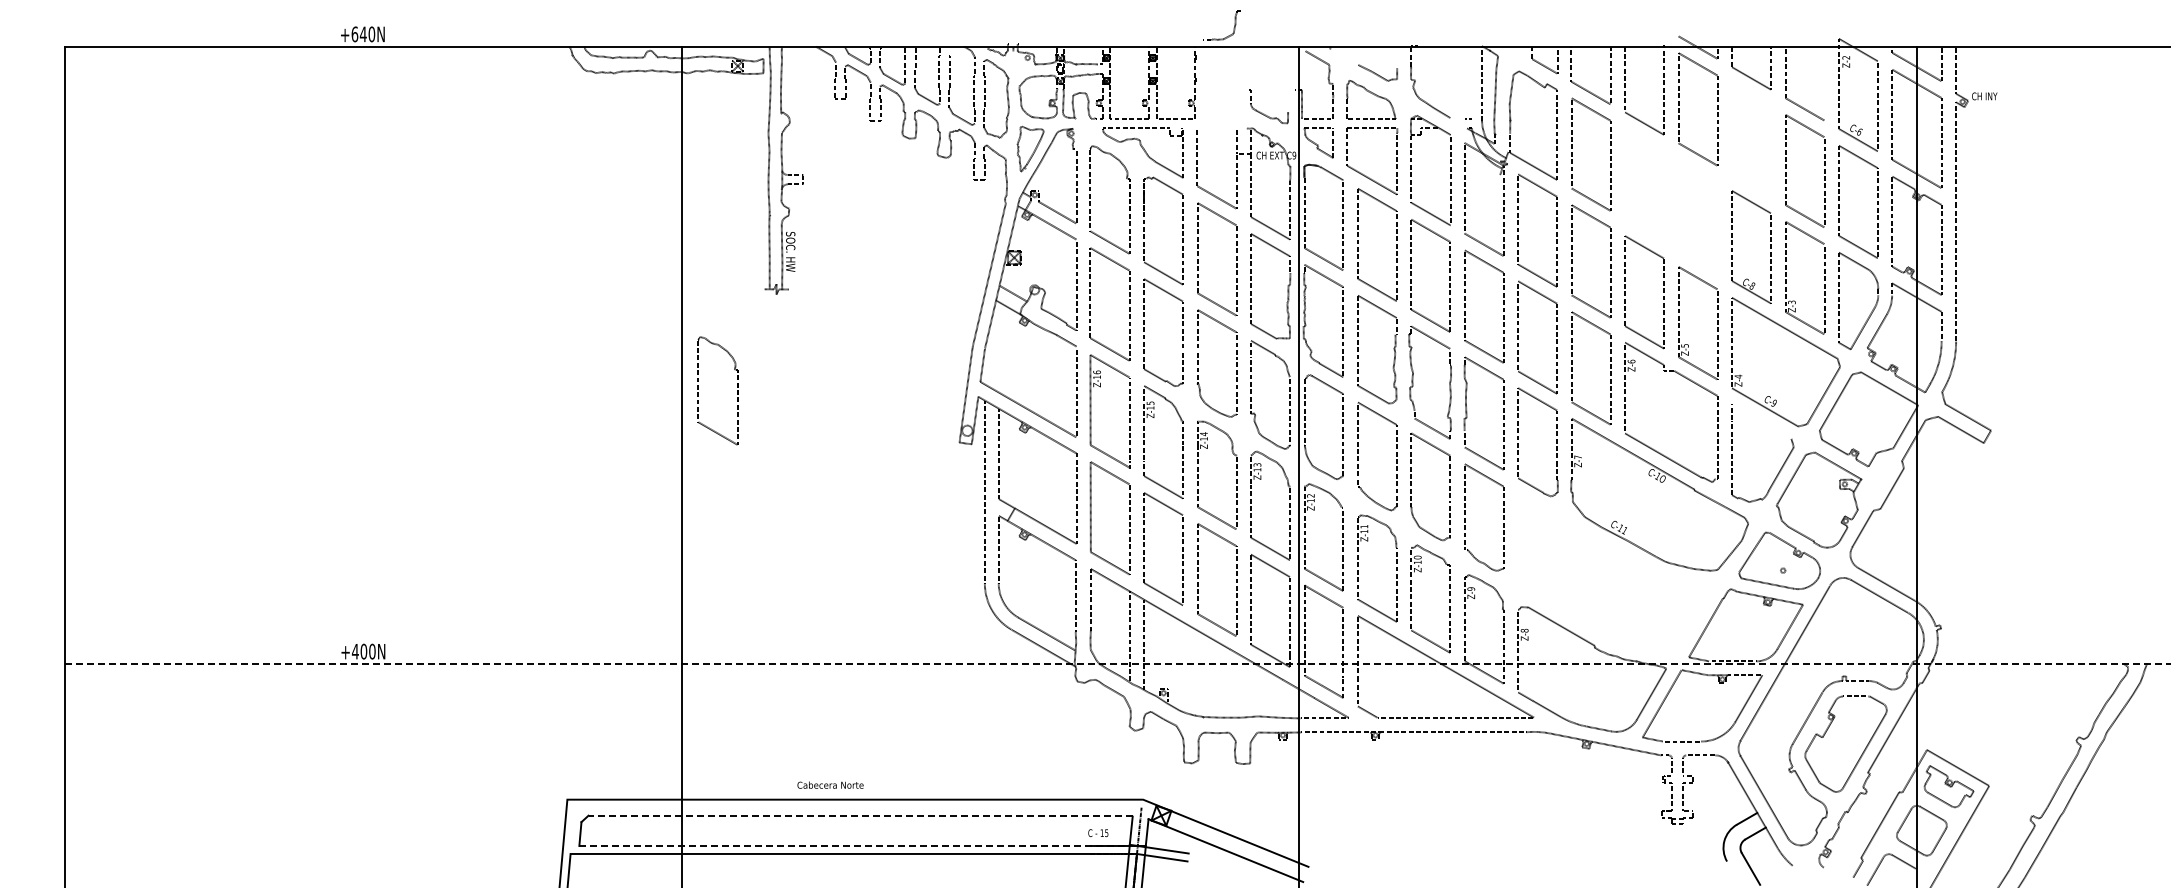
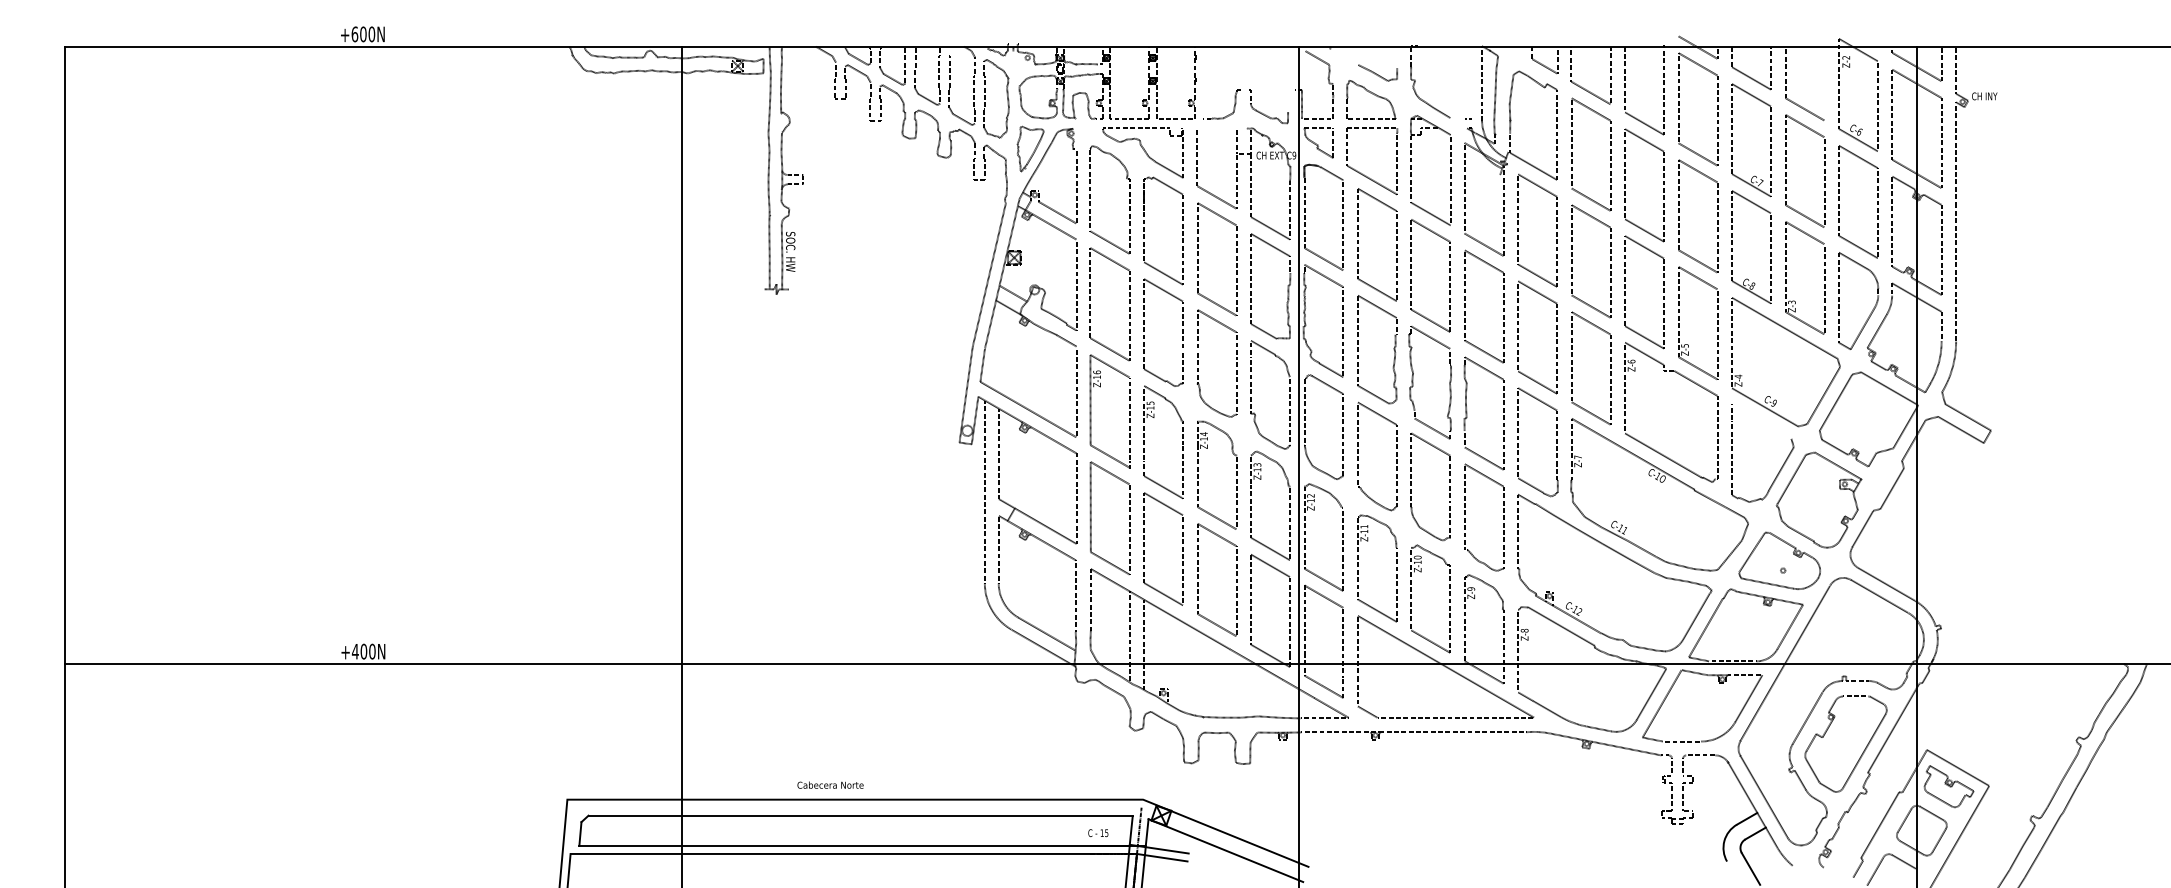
text at (362, 34): +640N -> +600N
part at (1226, 36) position: (1226, 36) -> (1226, 115)
part at (1732, 140): none -> present
part at (1625, 185): none -> present
part at (1679, 216): none -> present
part at (698, 389): present -> none
part at (1622, 556): none -> present
line at (1118, 663): dashed -> solid
line at (860, 815): dashed -> solid
line at (855, 845): dashed -> solid
